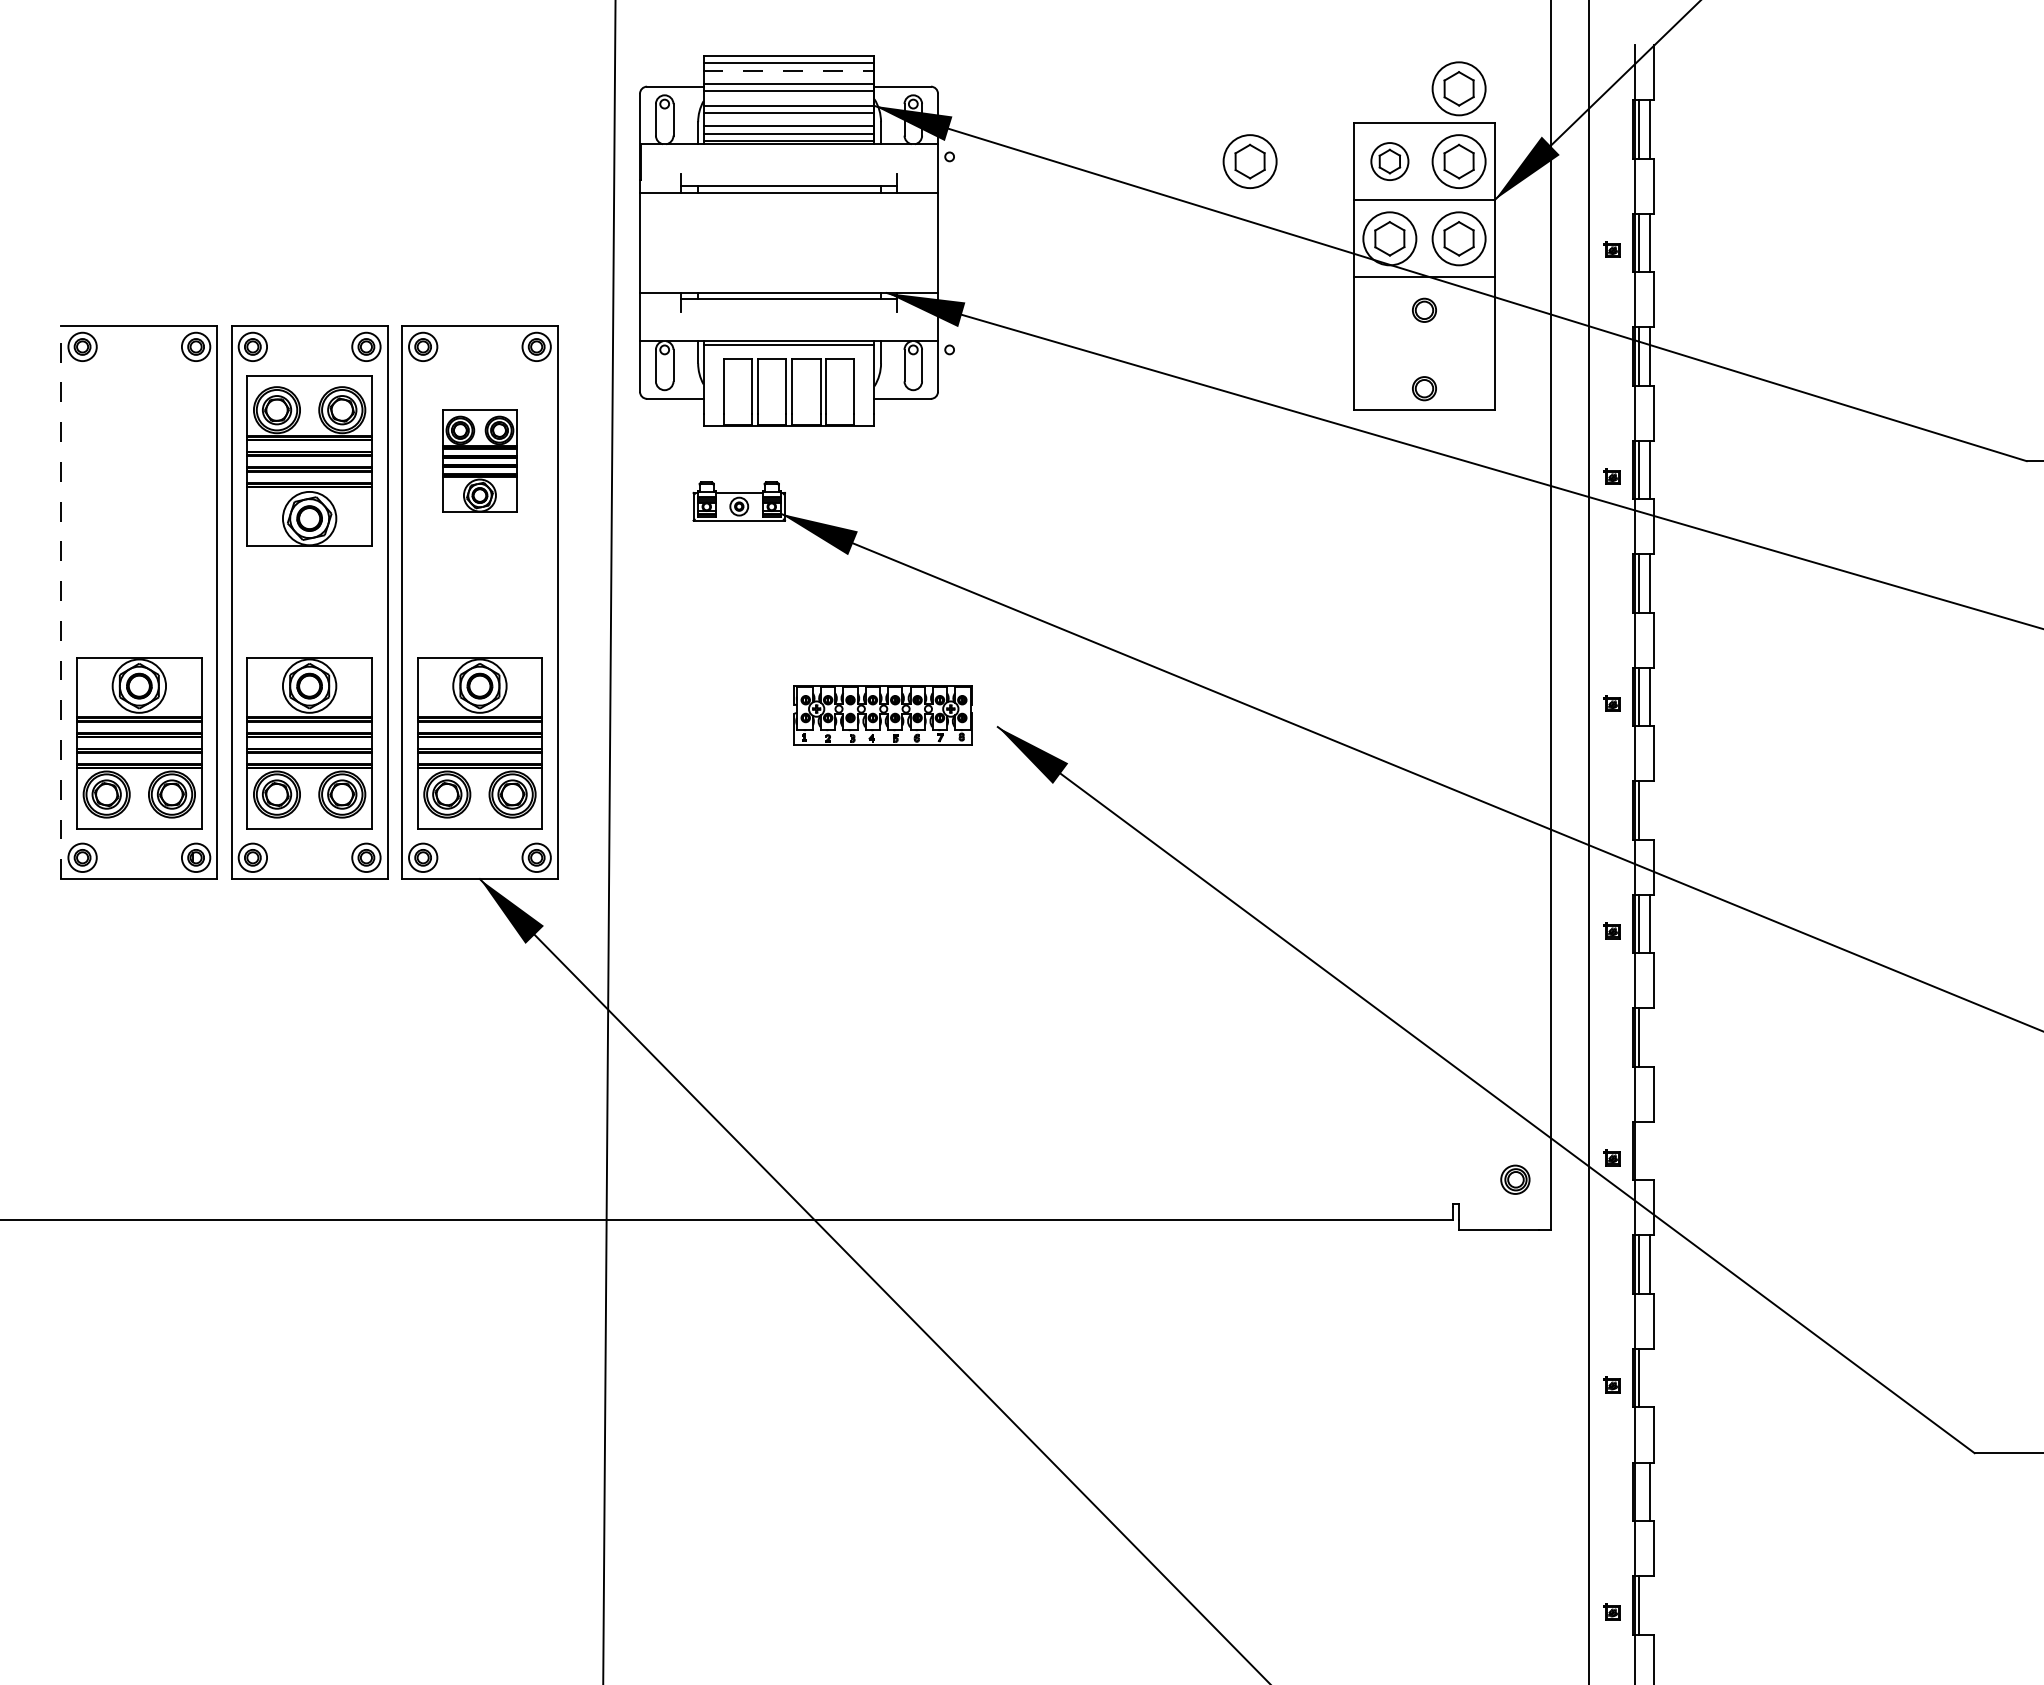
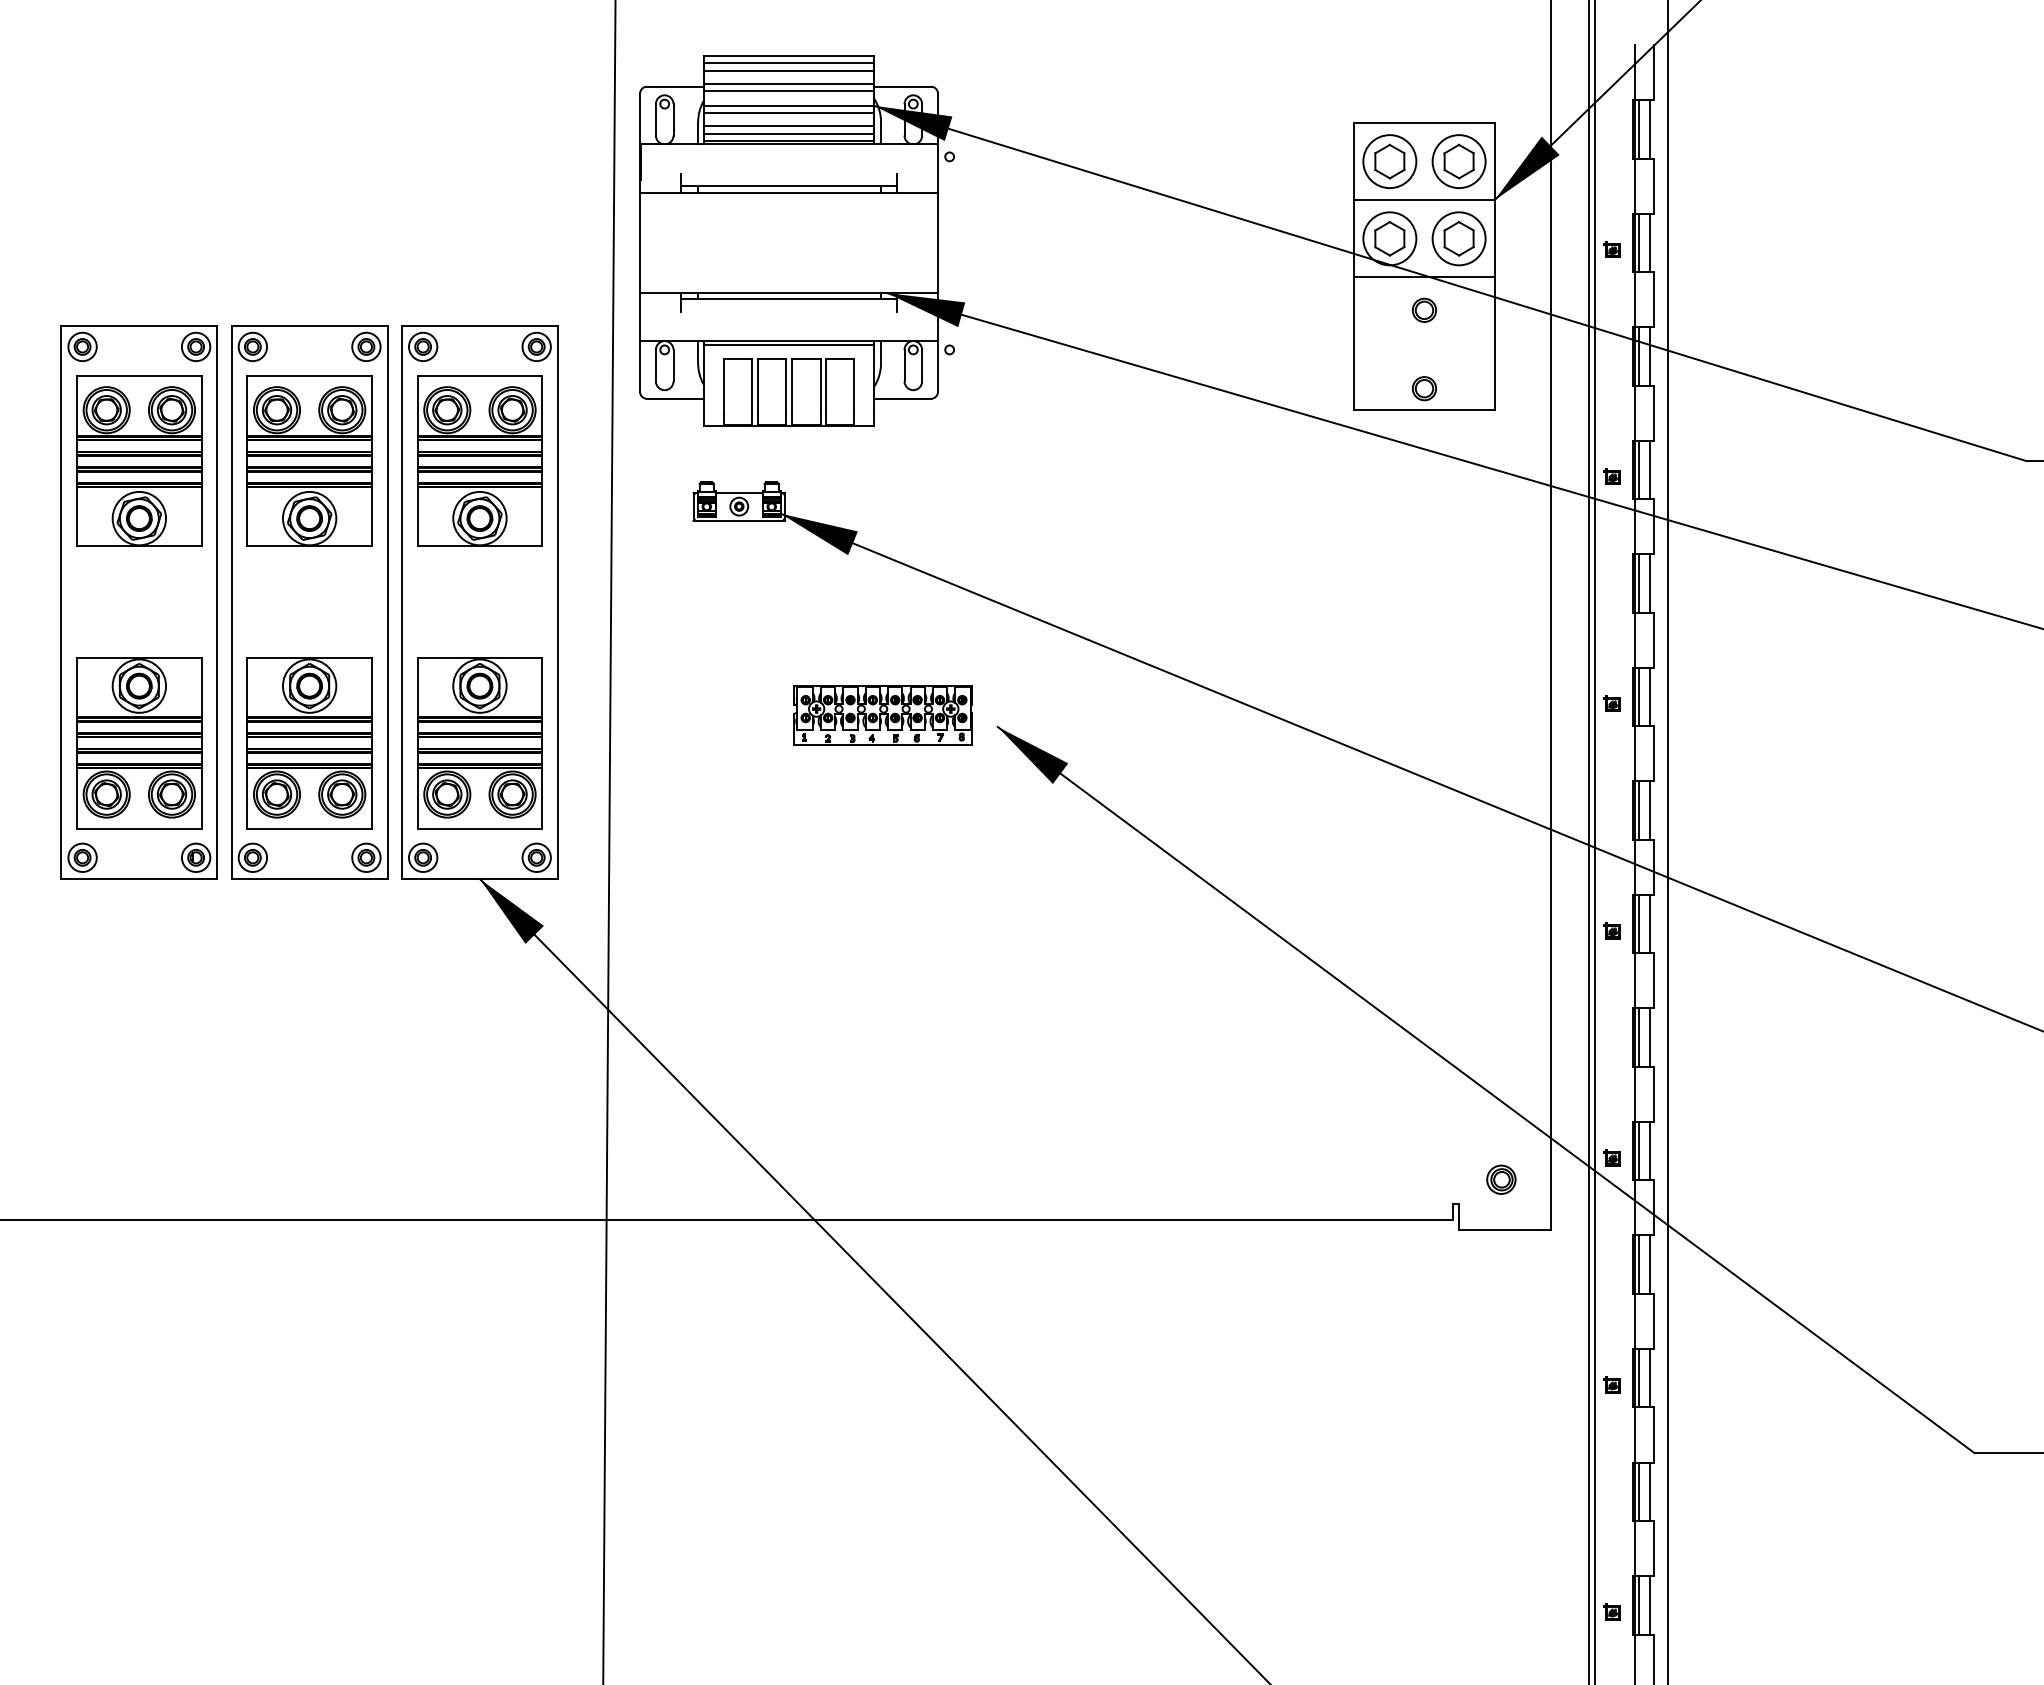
line at (789, 70): dashed -> solid
part at (1458, 88): present -> none
part at (1249, 161): present -> none
part at (1389, 161) size: 40x39 px -> 56x55 px
part at (139, 460): none -> present
part at (479, 460) size: 76x104 px -> 126x172 px
line at (61, 602): dashed -> solid
line at (1650, 810): none -> present
line at (1594, 841): none -> present
line at (1667, 841): none -> present
line at (1650, 1037): none -> present
line at (1639, 1150): none -> present
line at (1650, 1150): none -> present
part at (1515, 1179) position: (1515, 1179) -> (1501, 1179)
line at (1650, 1378): none -> present
line at (1639, 1491): none -> present
line at (1650, 1605): none -> present
